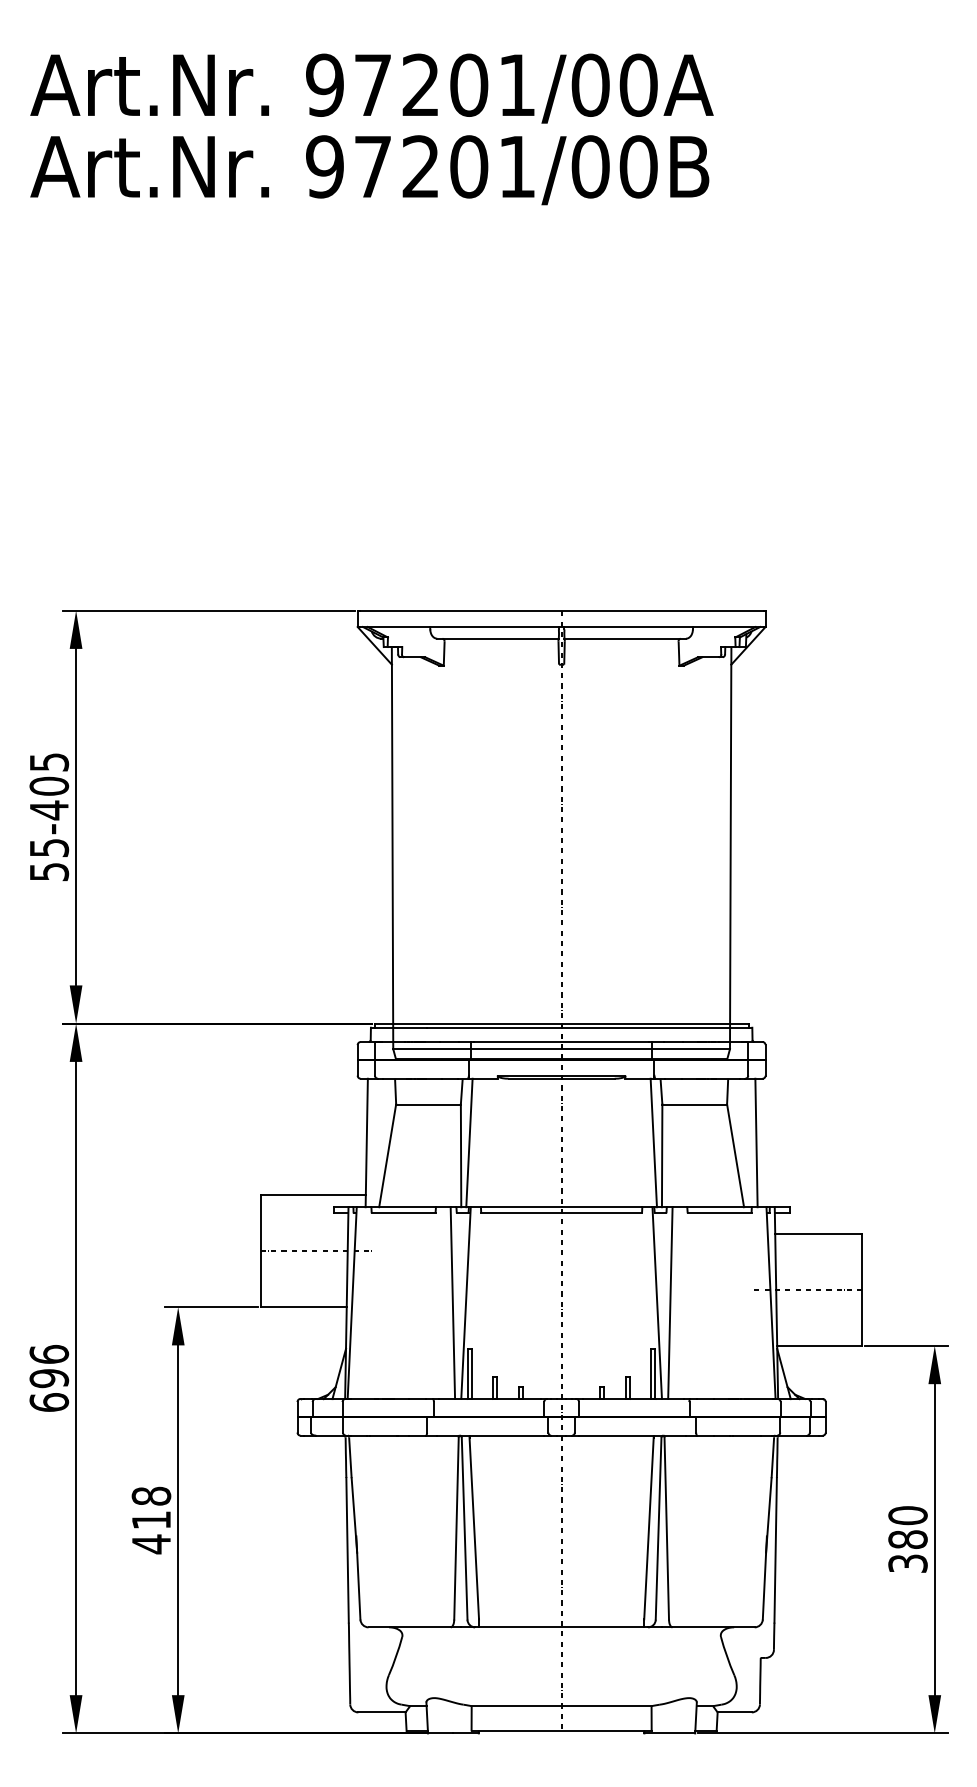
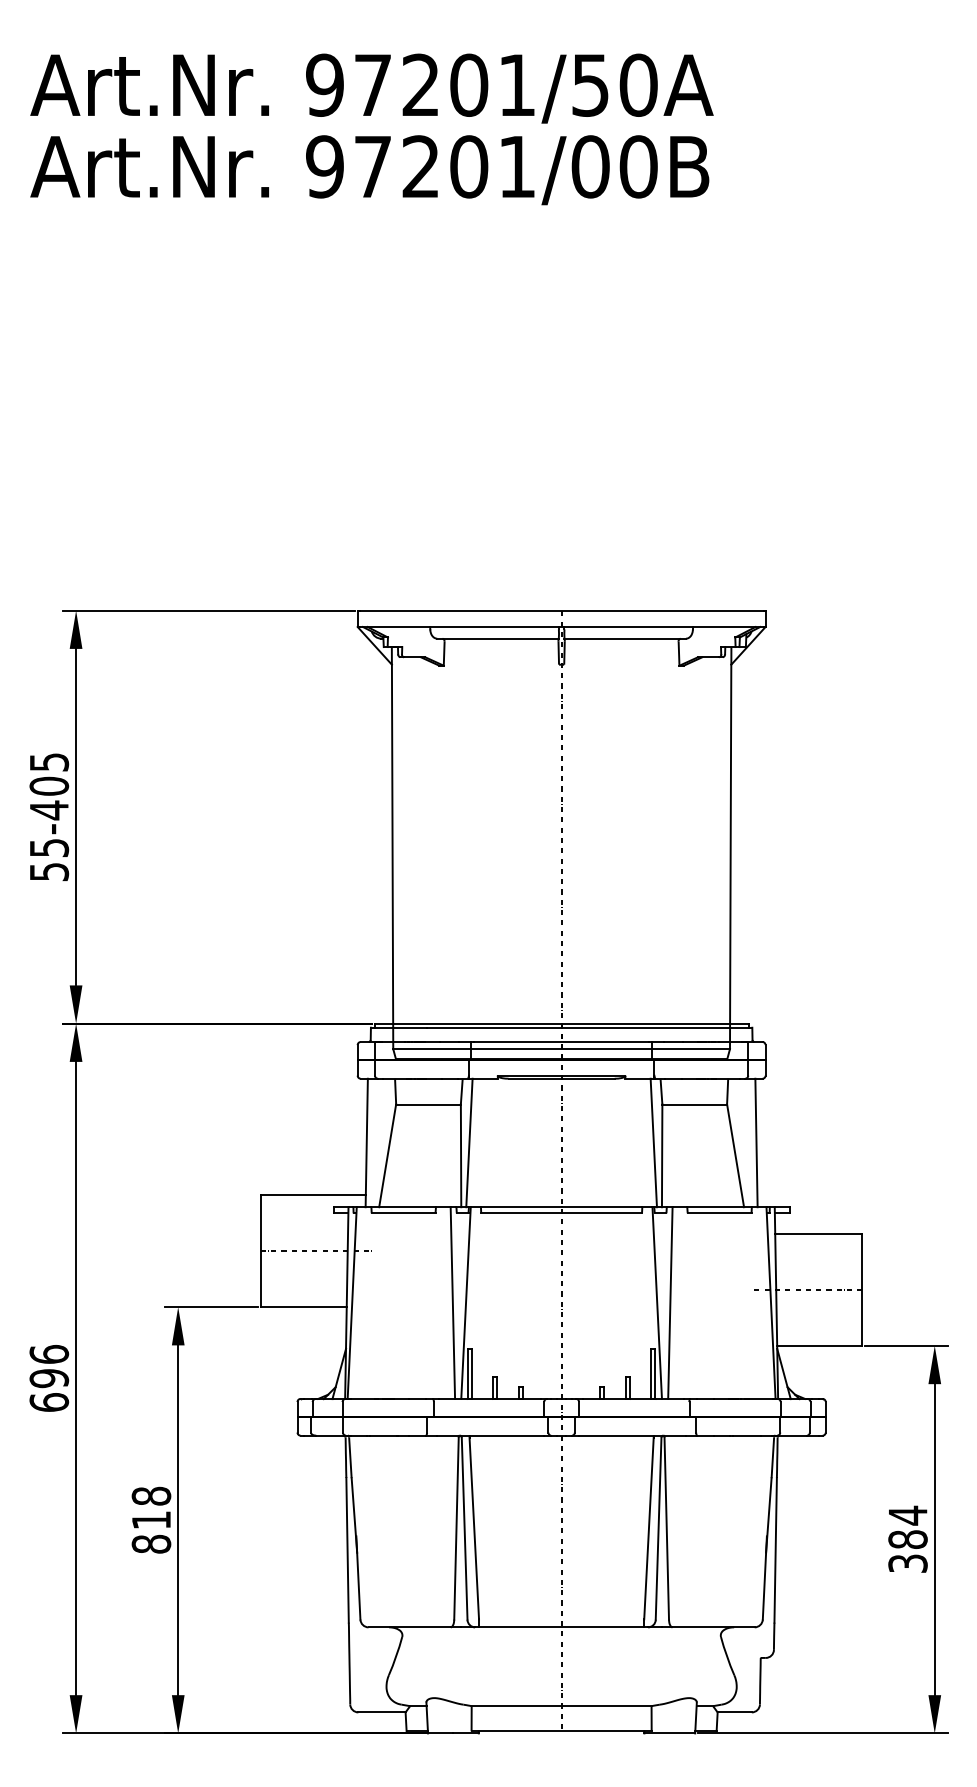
text at (590, 84): 97201/00A -> 97201/50A
text at (907, 1515): 380 -> 384
text at (151, 1544): 418 -> 818
